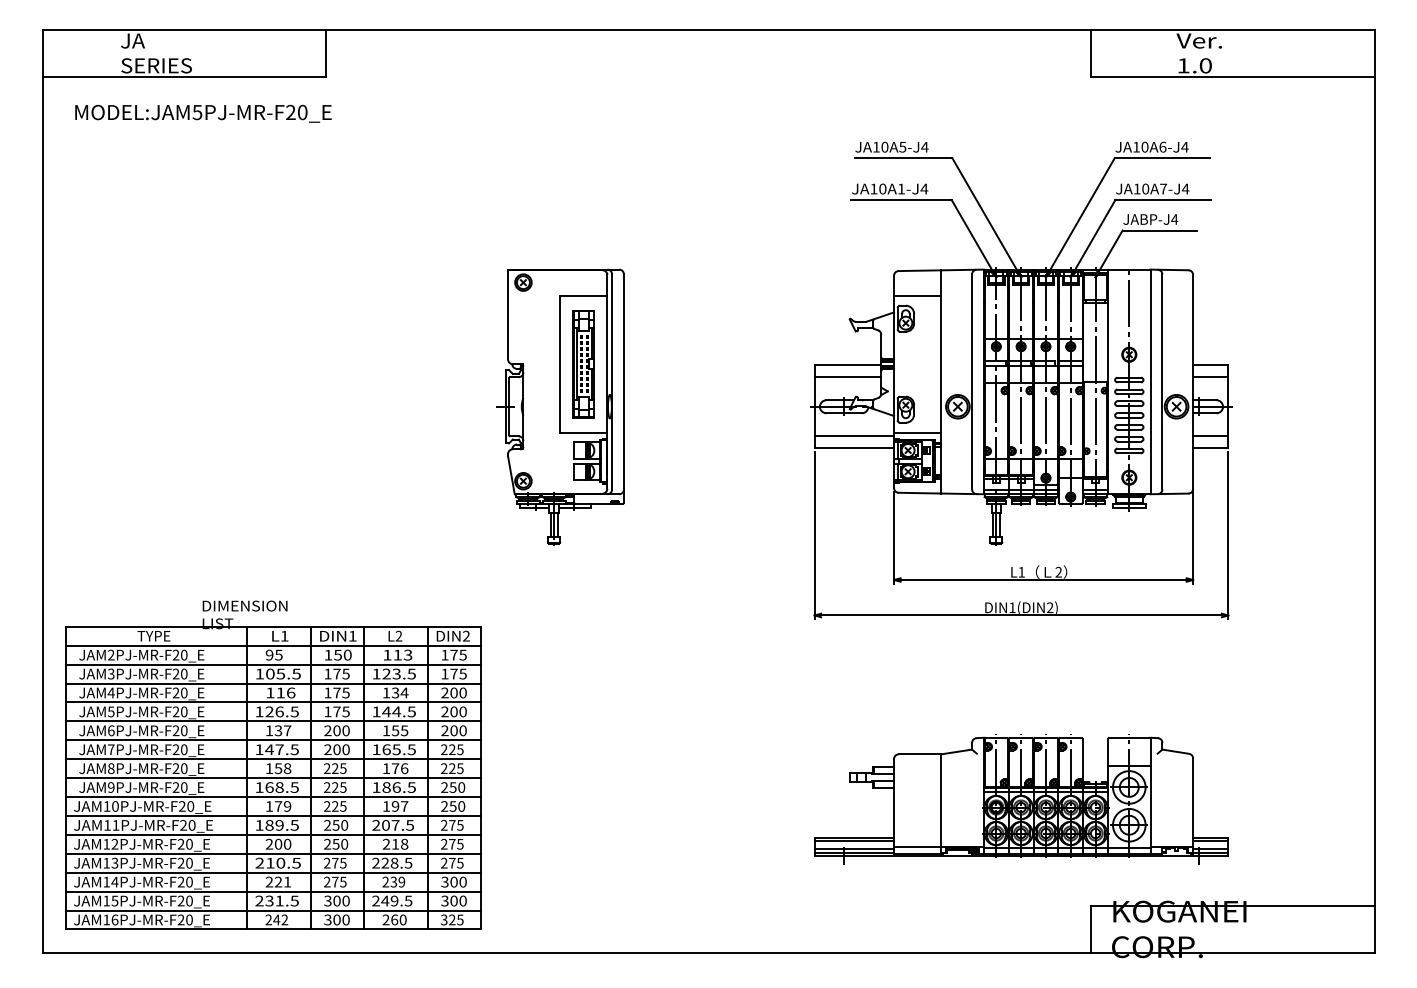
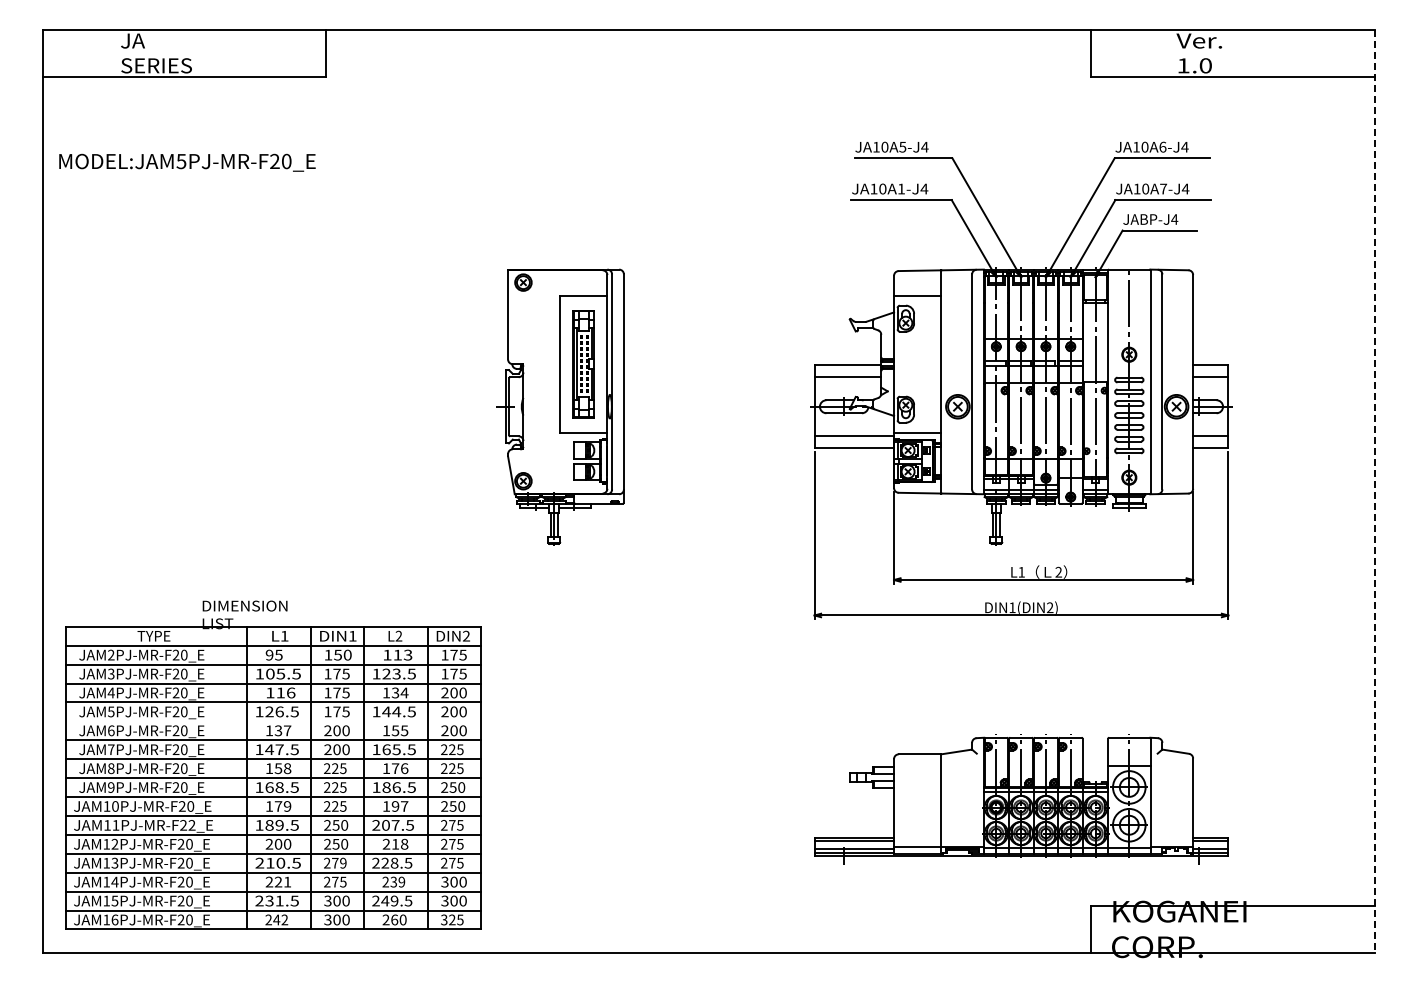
text at (203, 113) position: (203, 113) -> (187, 162)
line at (1374, 491): solid -> dashed
line at (273, 721): present -> none
text at (191, 825): JAM11PJ-MR-F20_E -> JAM11PJ-MR-F22_E
text at (343, 862): 275 -> 279
